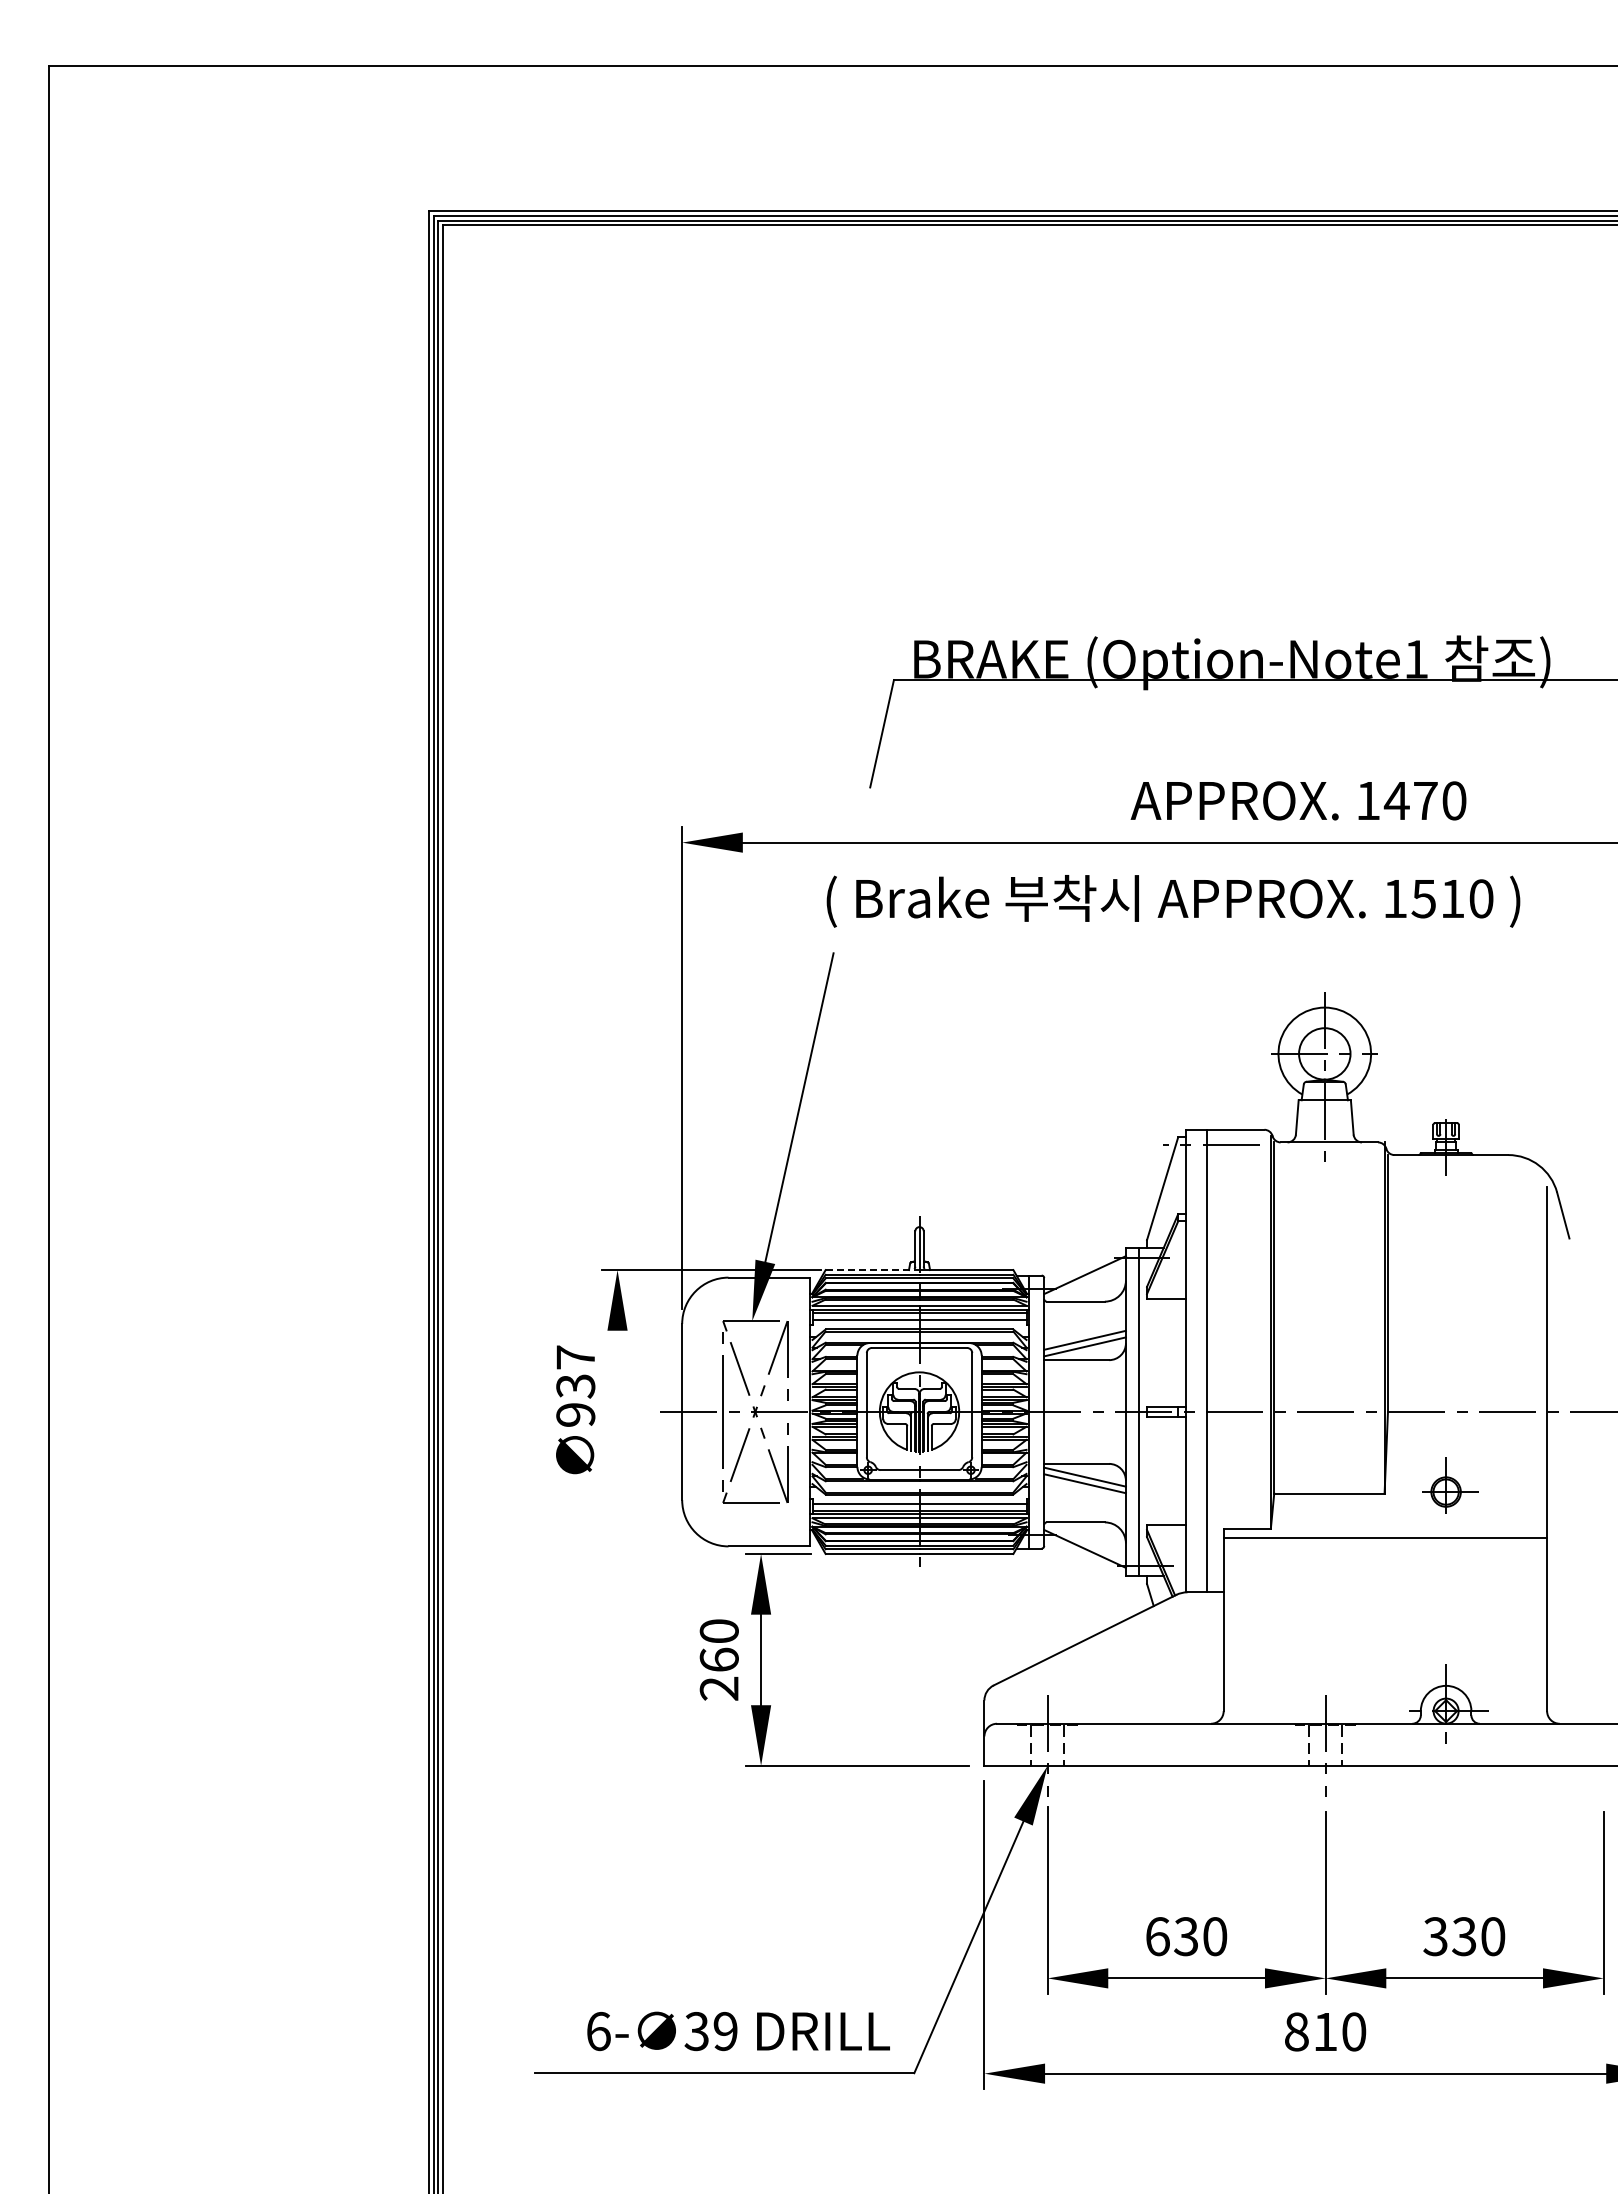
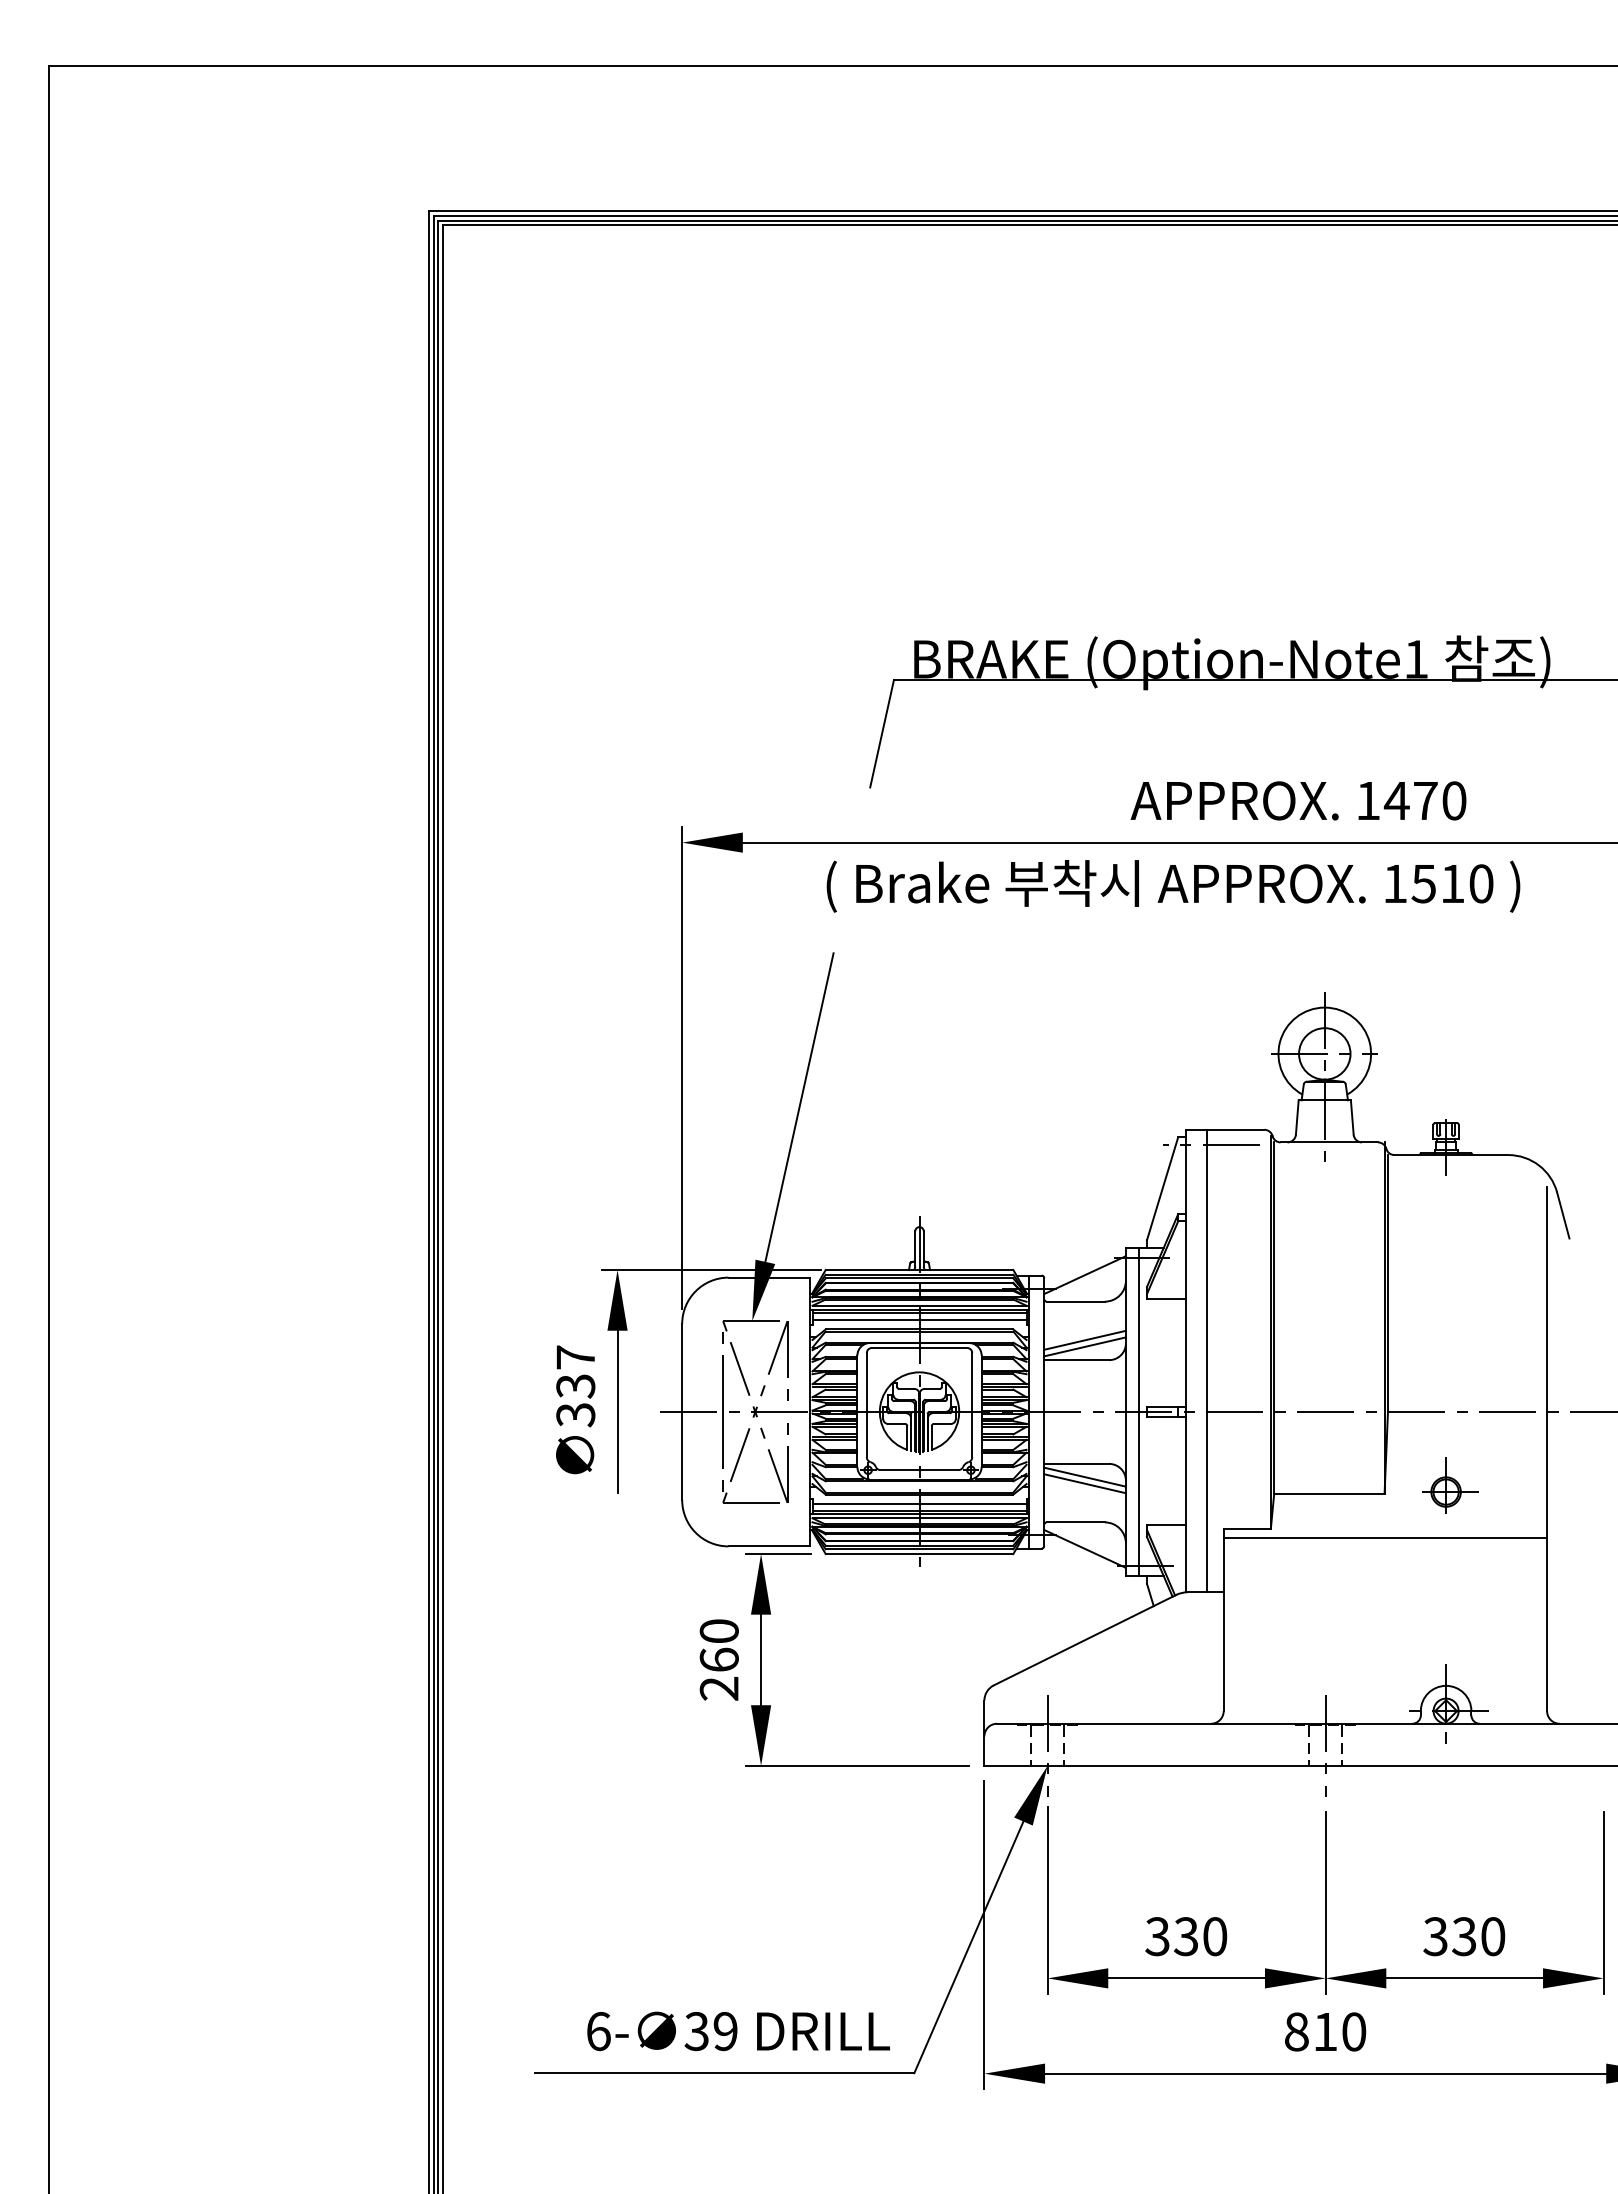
text at (1173, 901) position: (1173, 901) -> (1173, 886)
line at (872, 1270): dashed -> solid
line at (617, 1411): none -> present
text at (575, 1415): 937 -> 337
text at (1157, 1936): 630 -> 330
